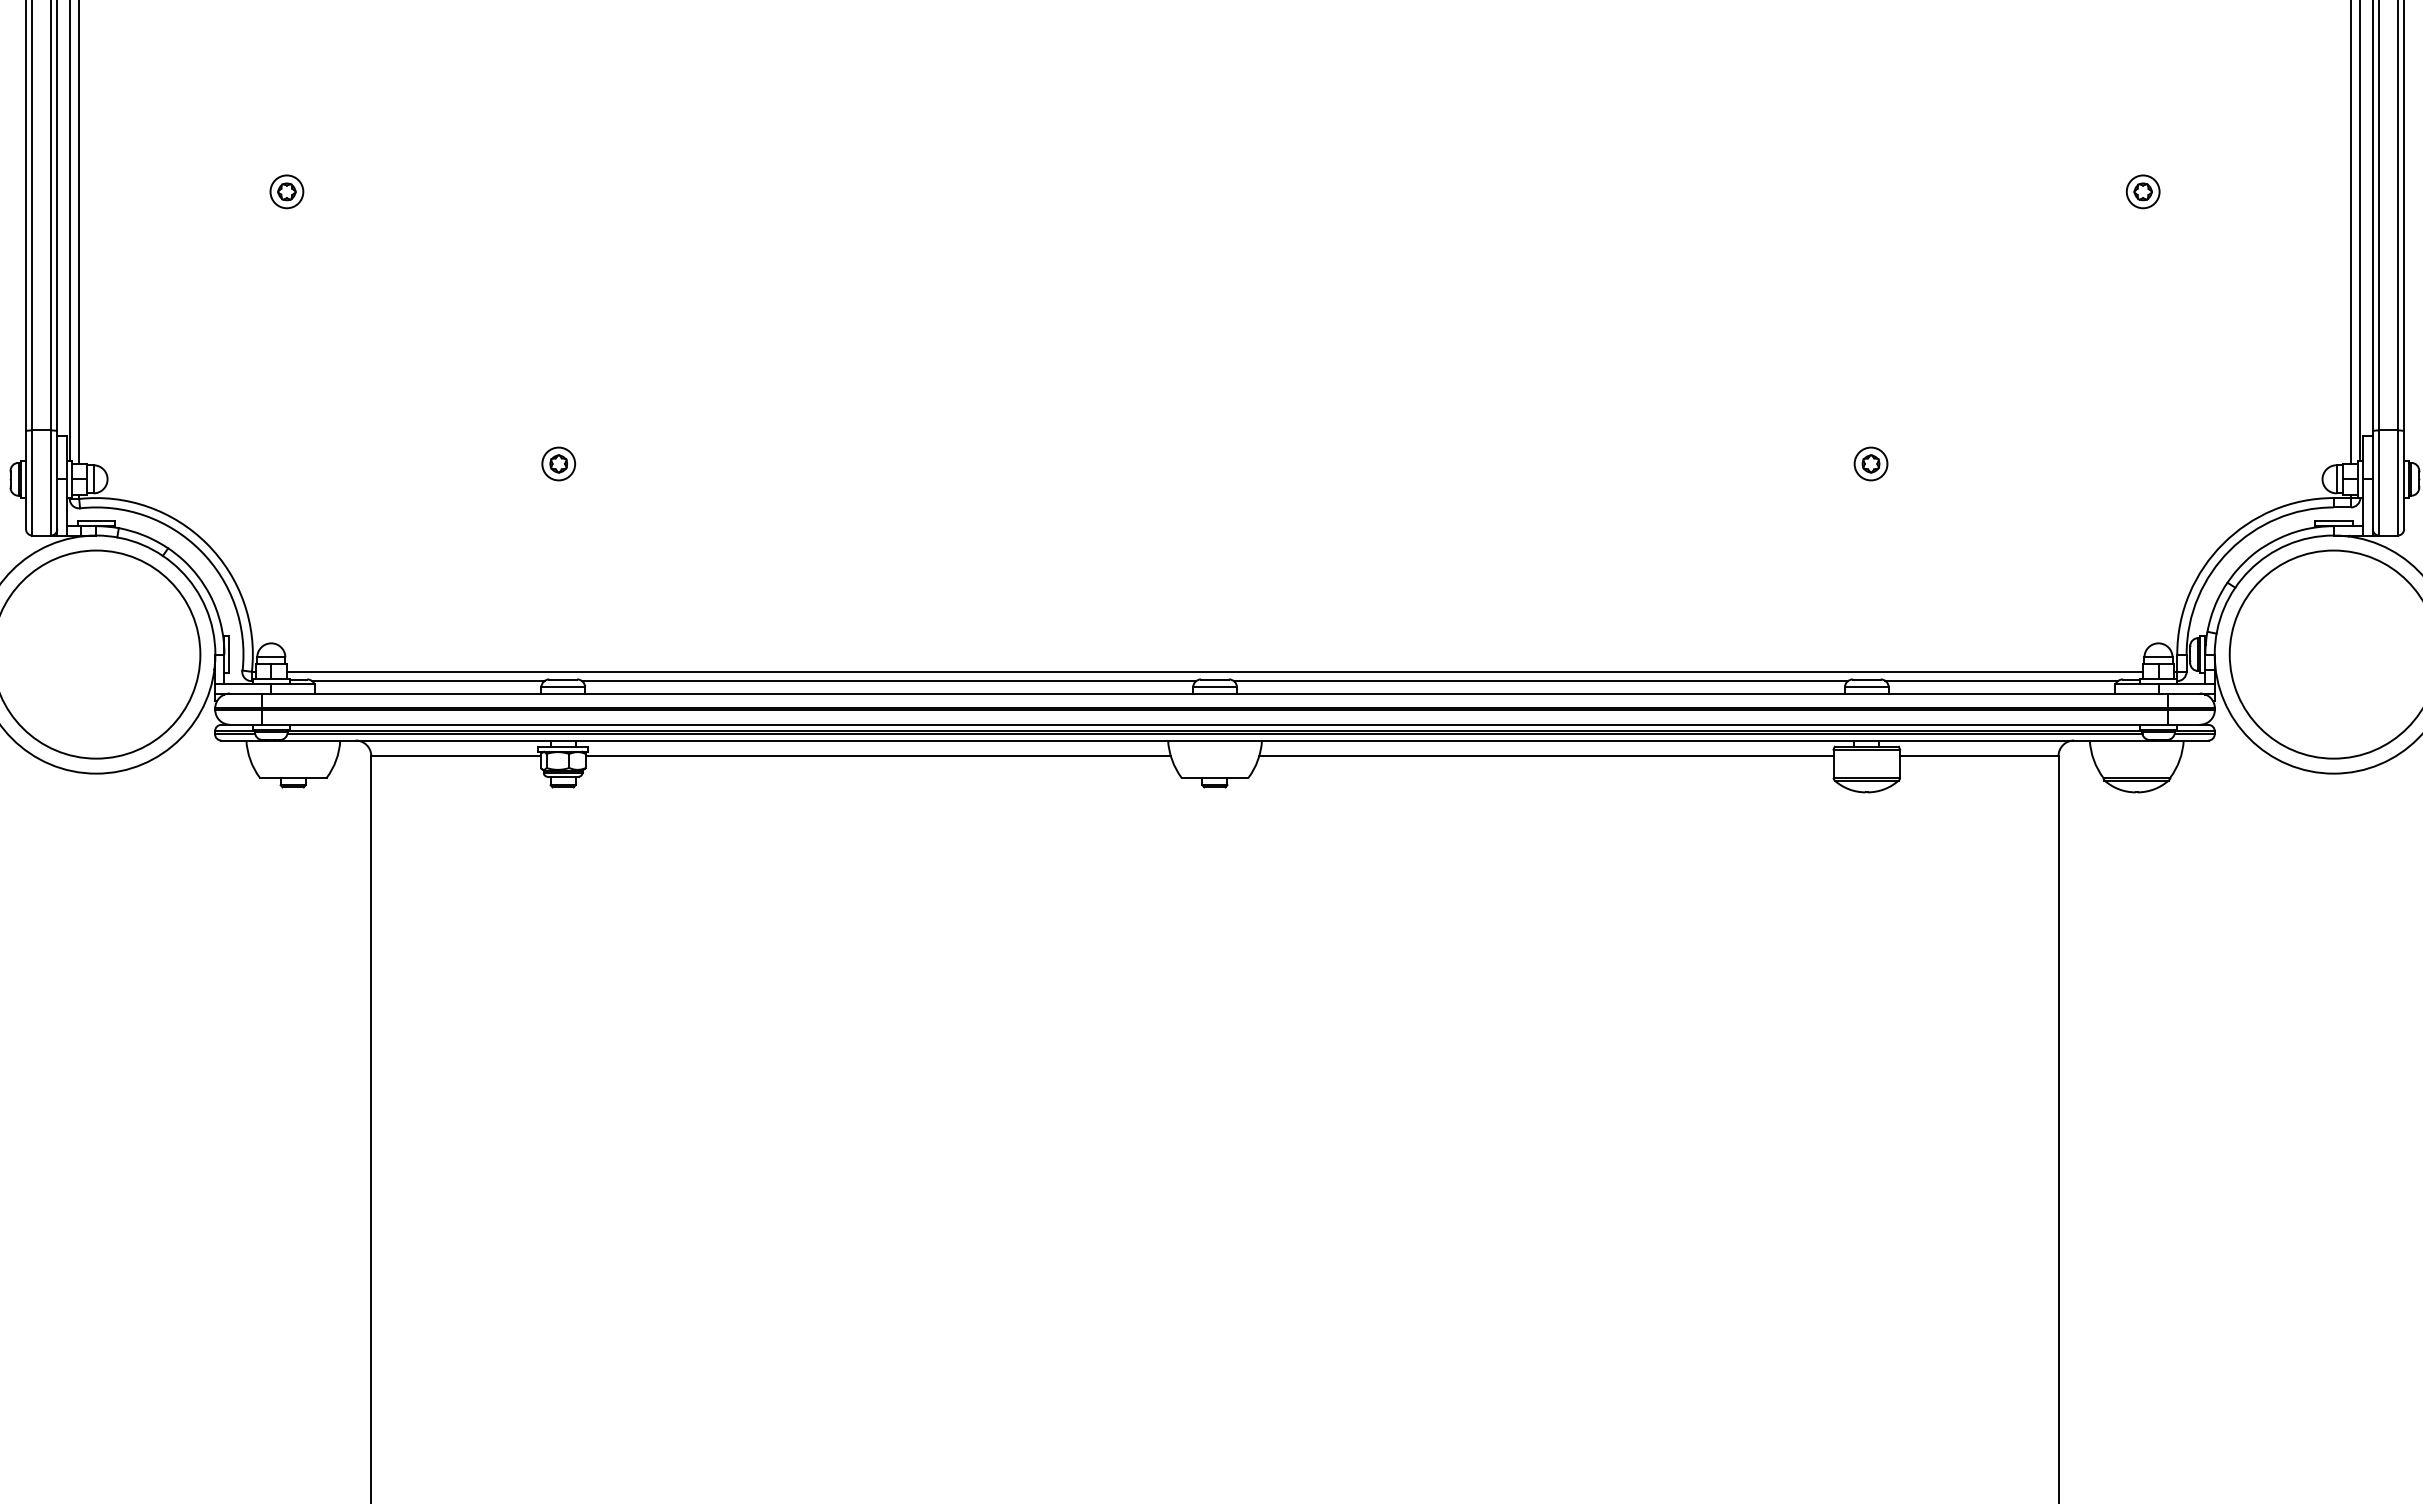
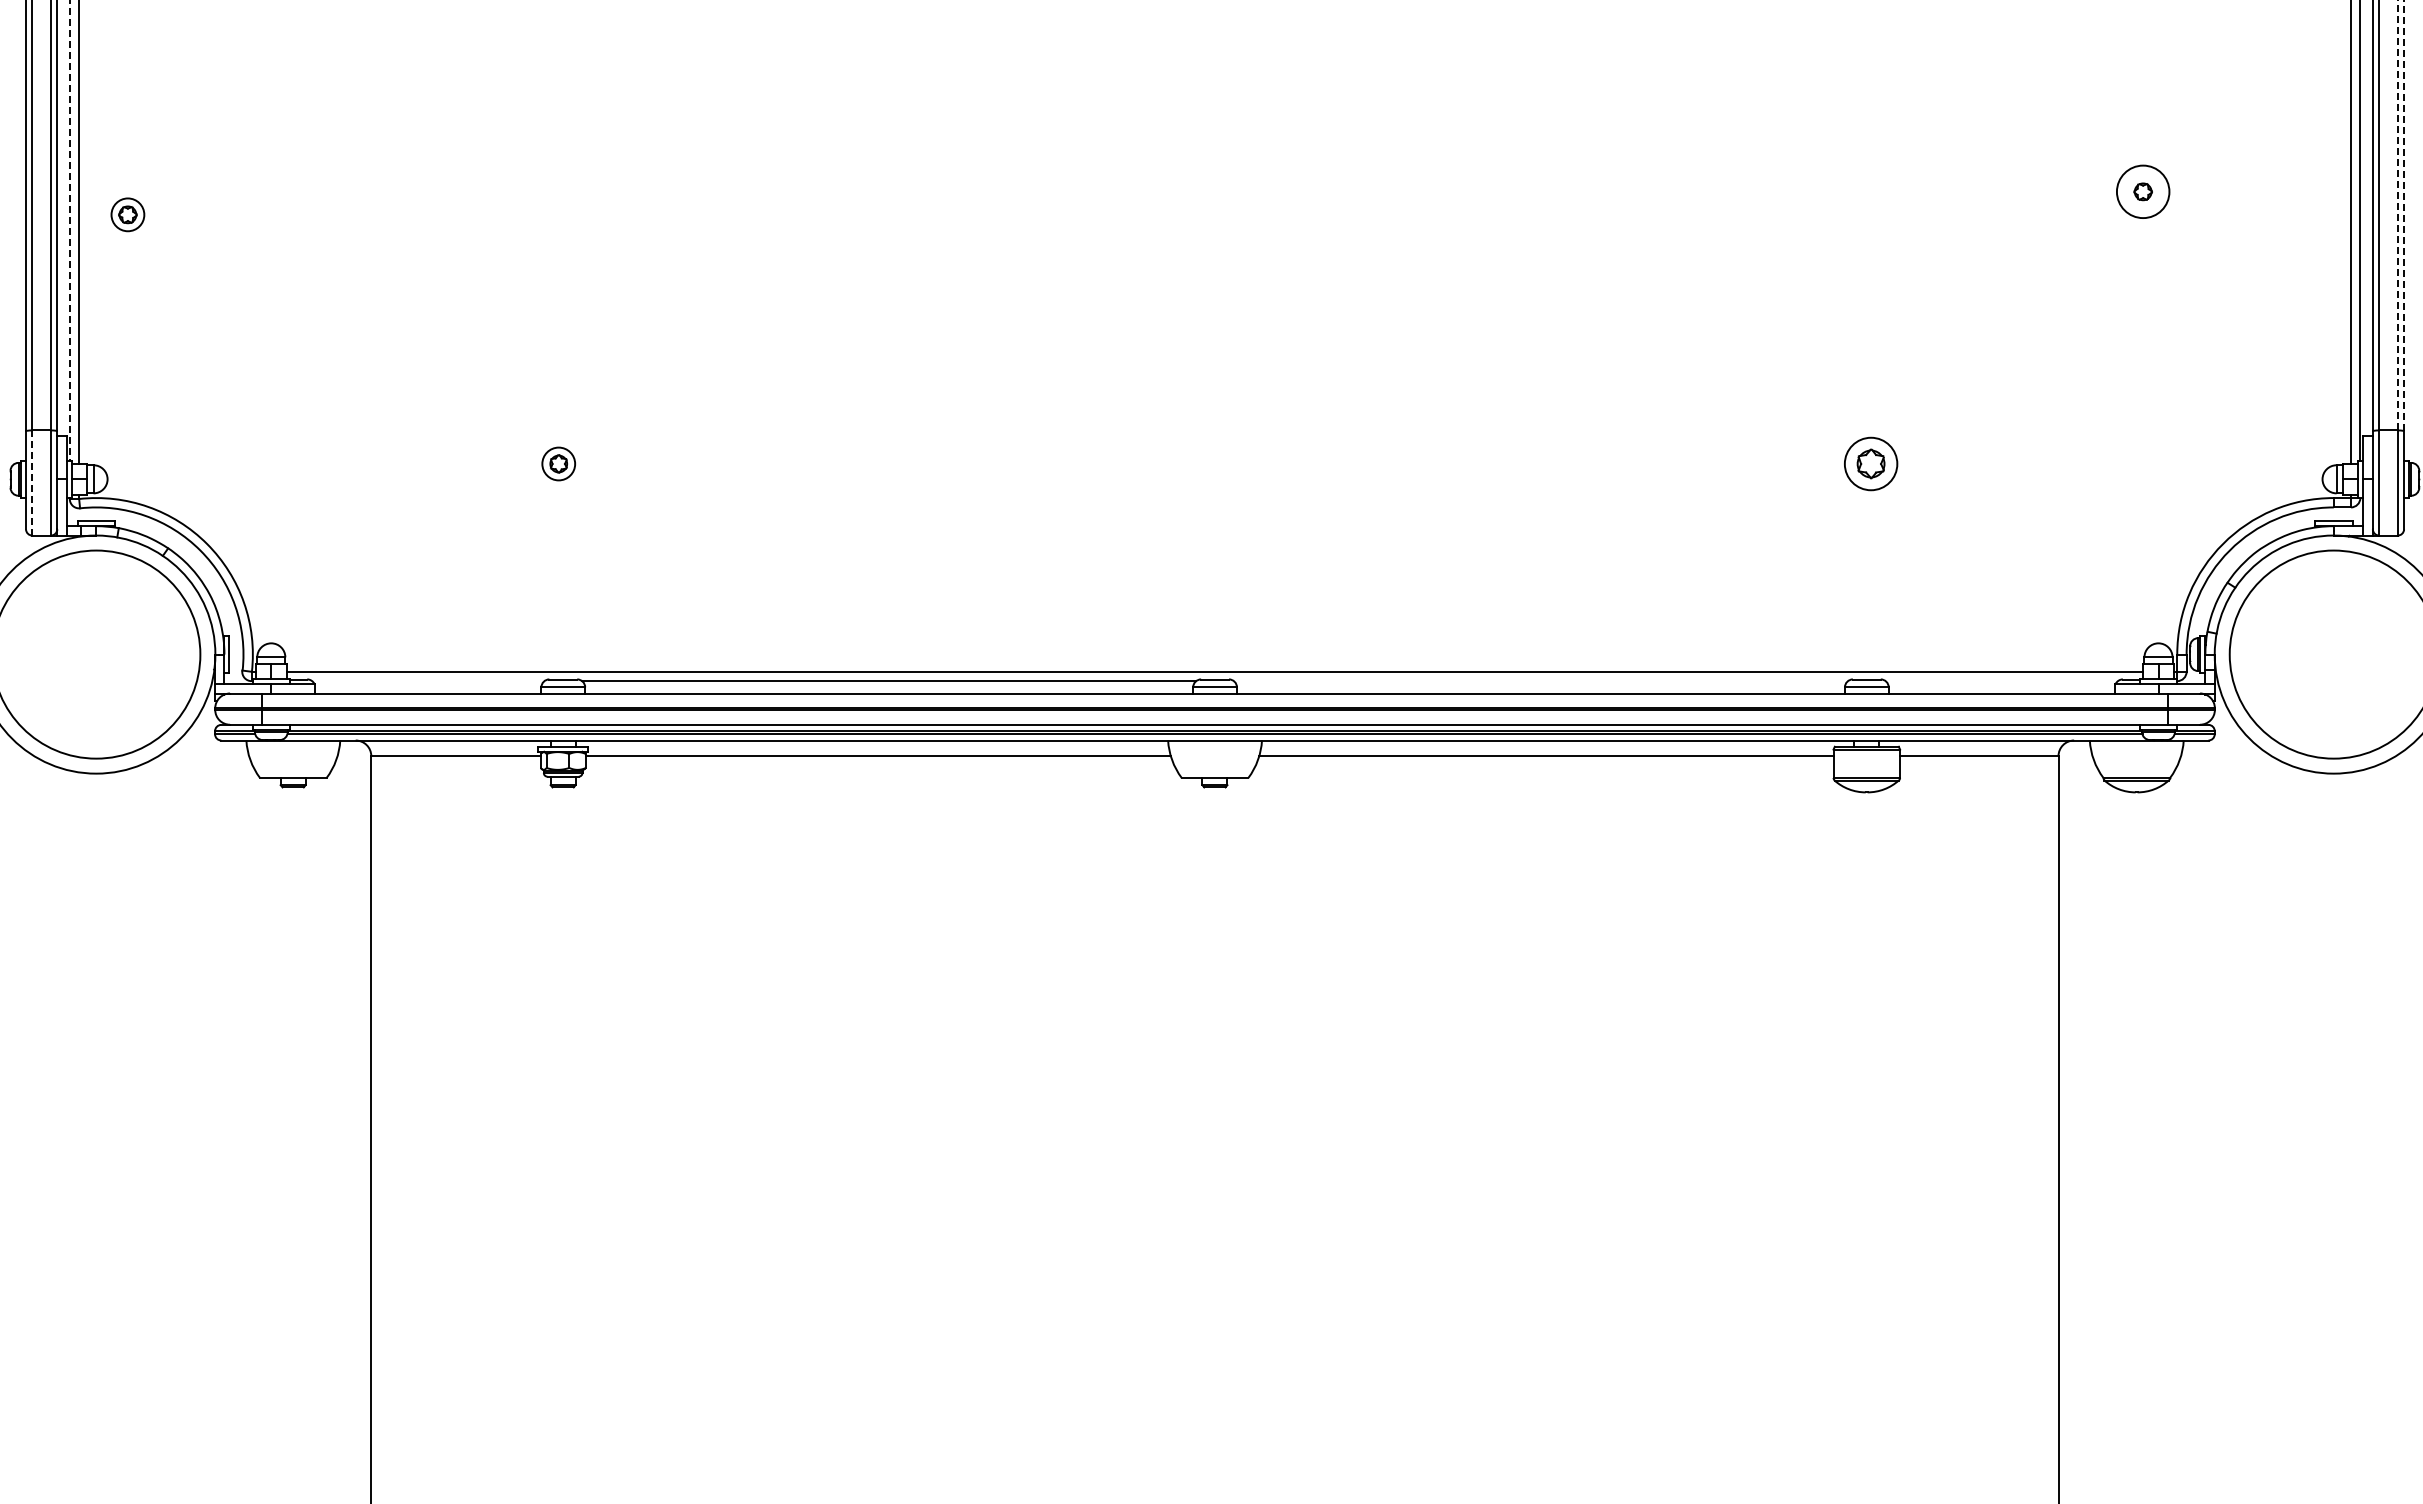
part at (286, 191) position: (286, 191) -> (127, 214)
circle at (2142, 191) diameter: 33 px -> 52 px
line at (2397, 215): solid -> dashed
line at (2404, 215): solid -> dashed
line at (69, 230): solid -> dashed
part at (1870, 463) size: 36x36 px -> 55x56 px
line at (32, 482): solid -> dashed
line at (427, 681): present -> none
line at (1540, 681): present -> none
line at (2001, 681): present -> none
